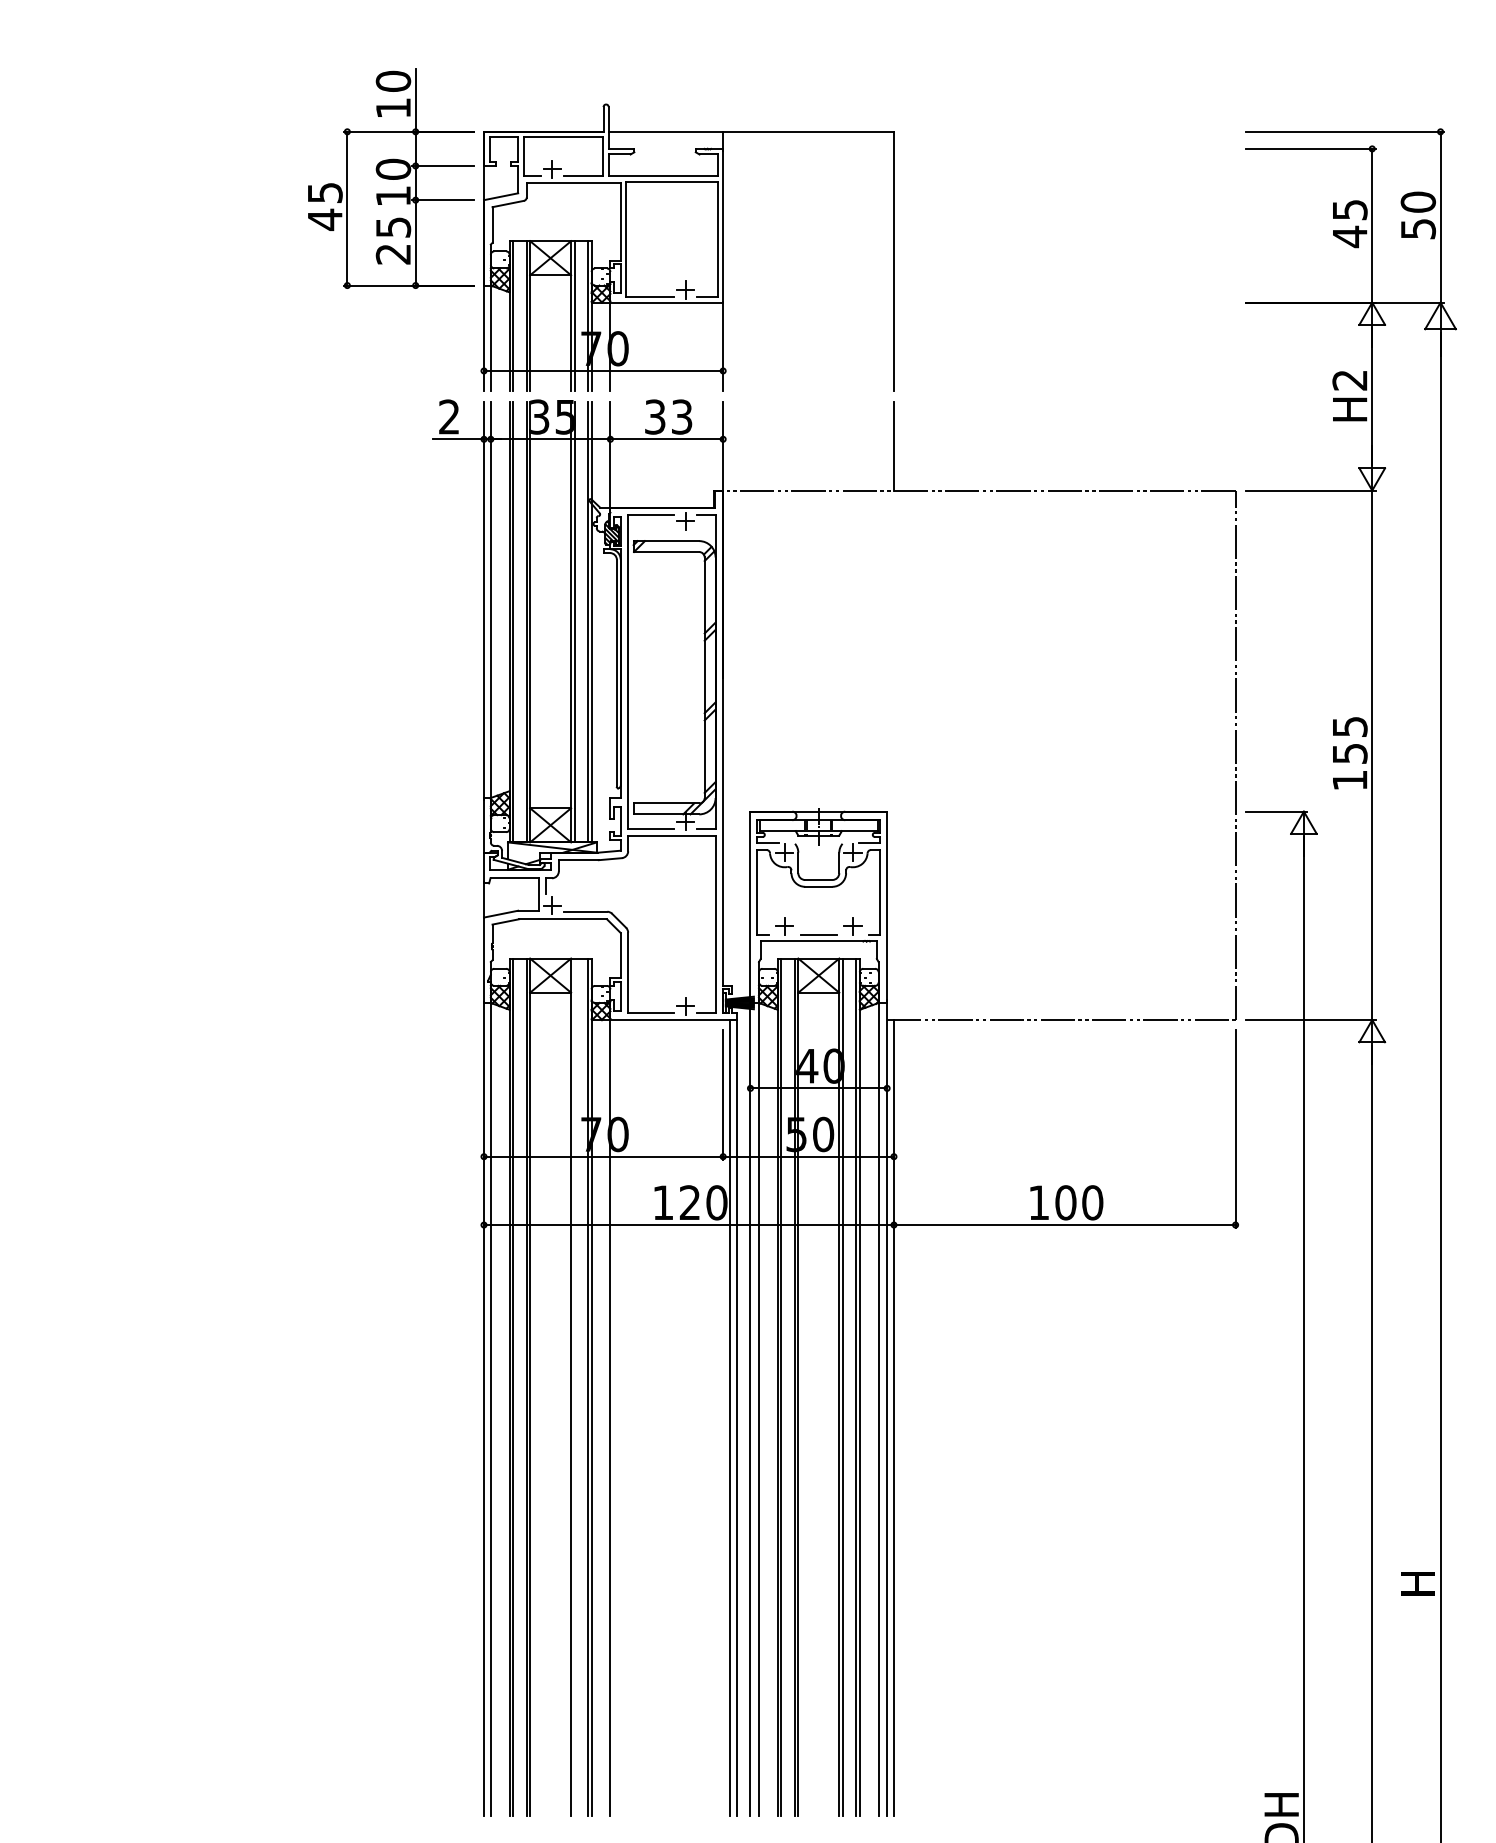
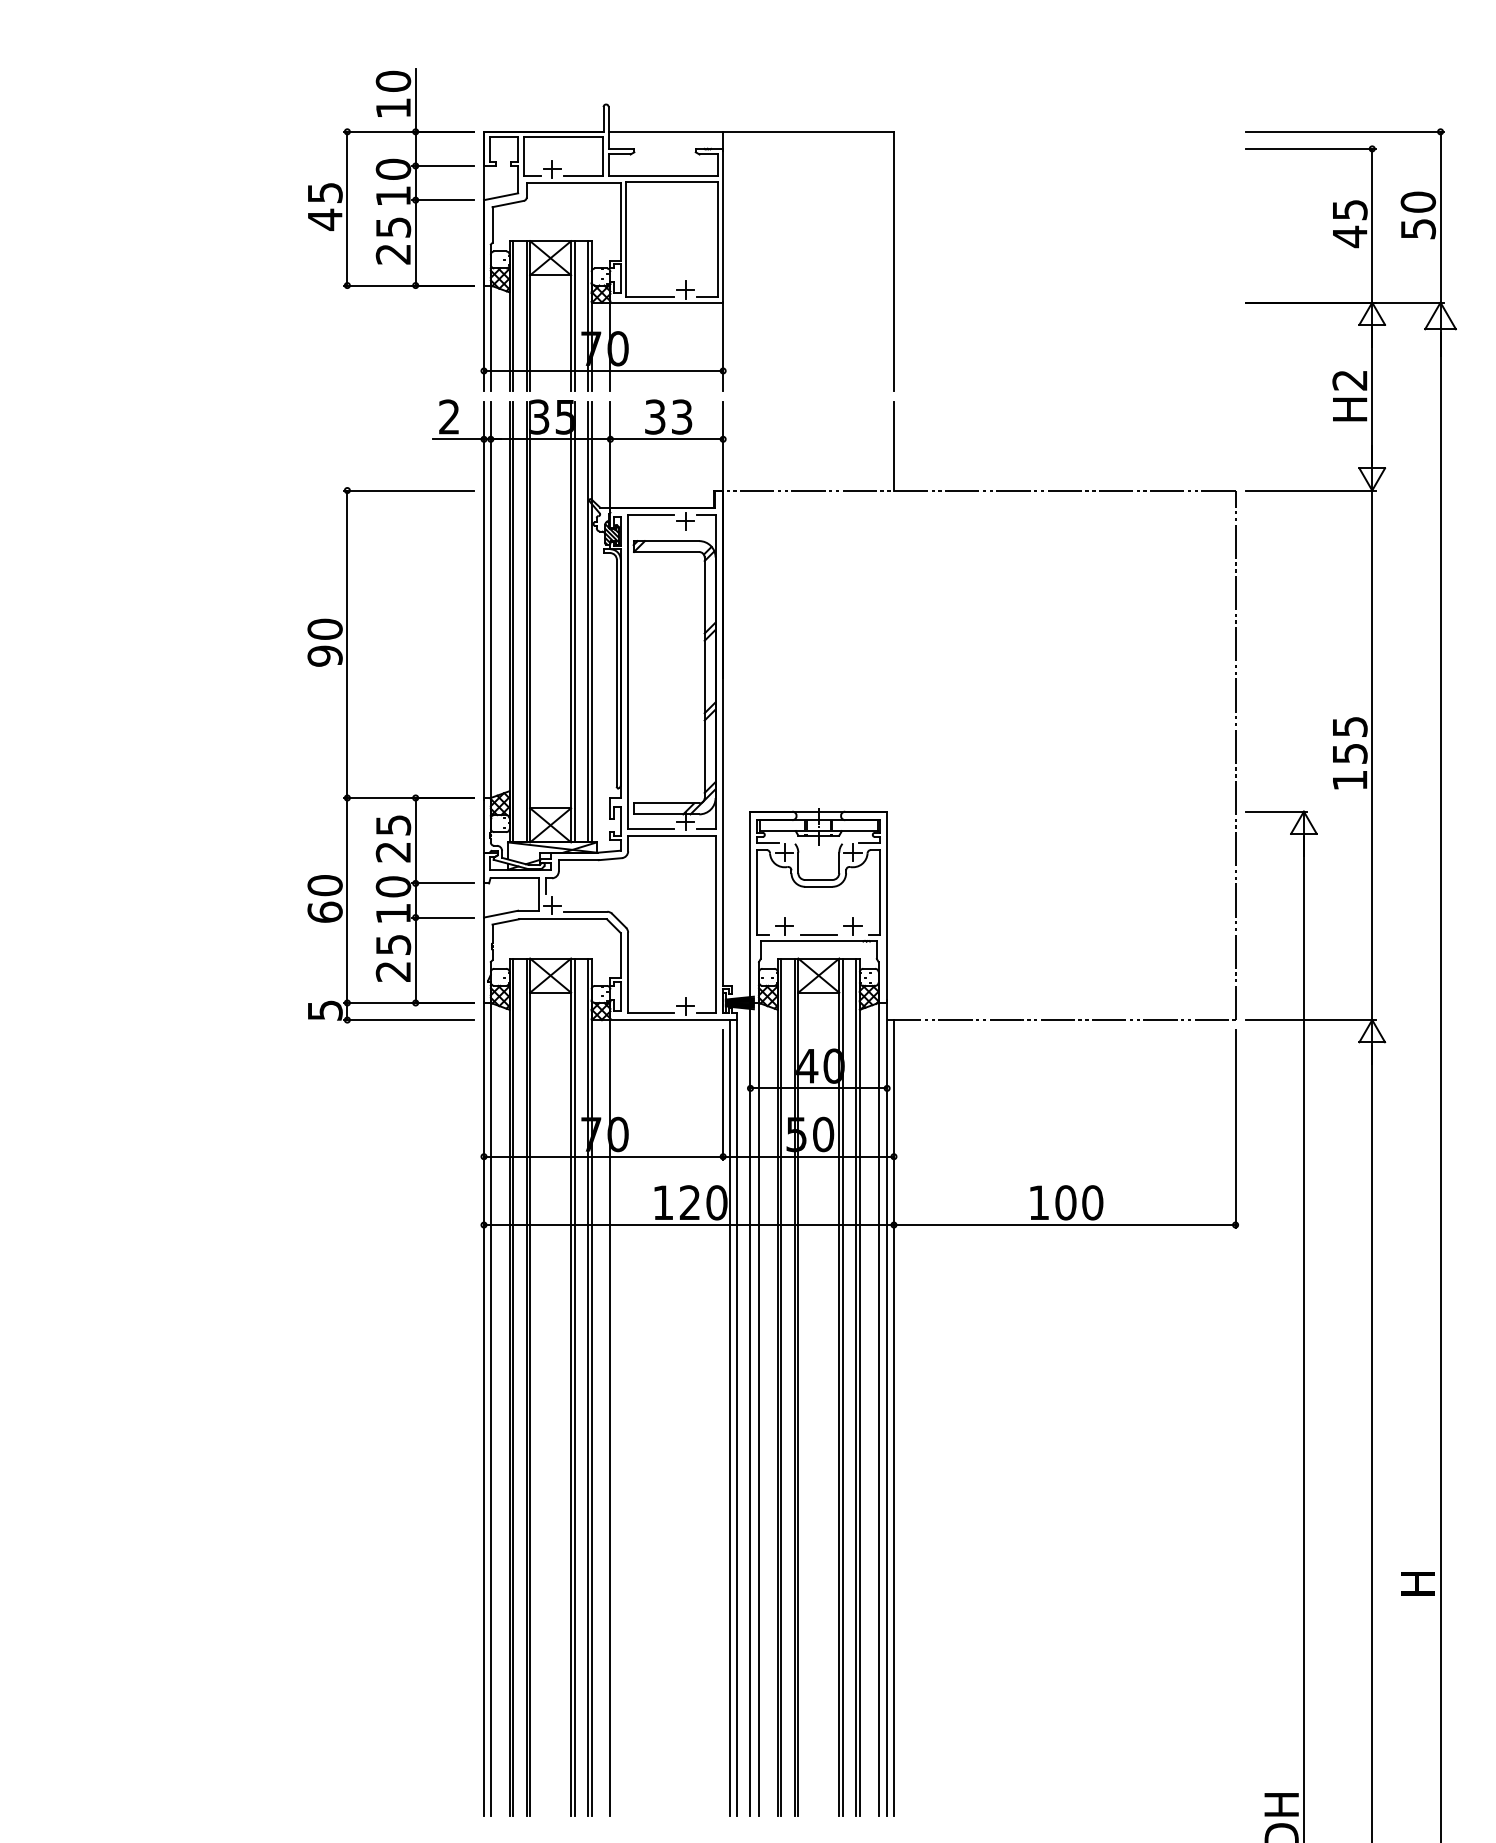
part at (390, 797): none -> present
line at (574, 1387): none -> present
